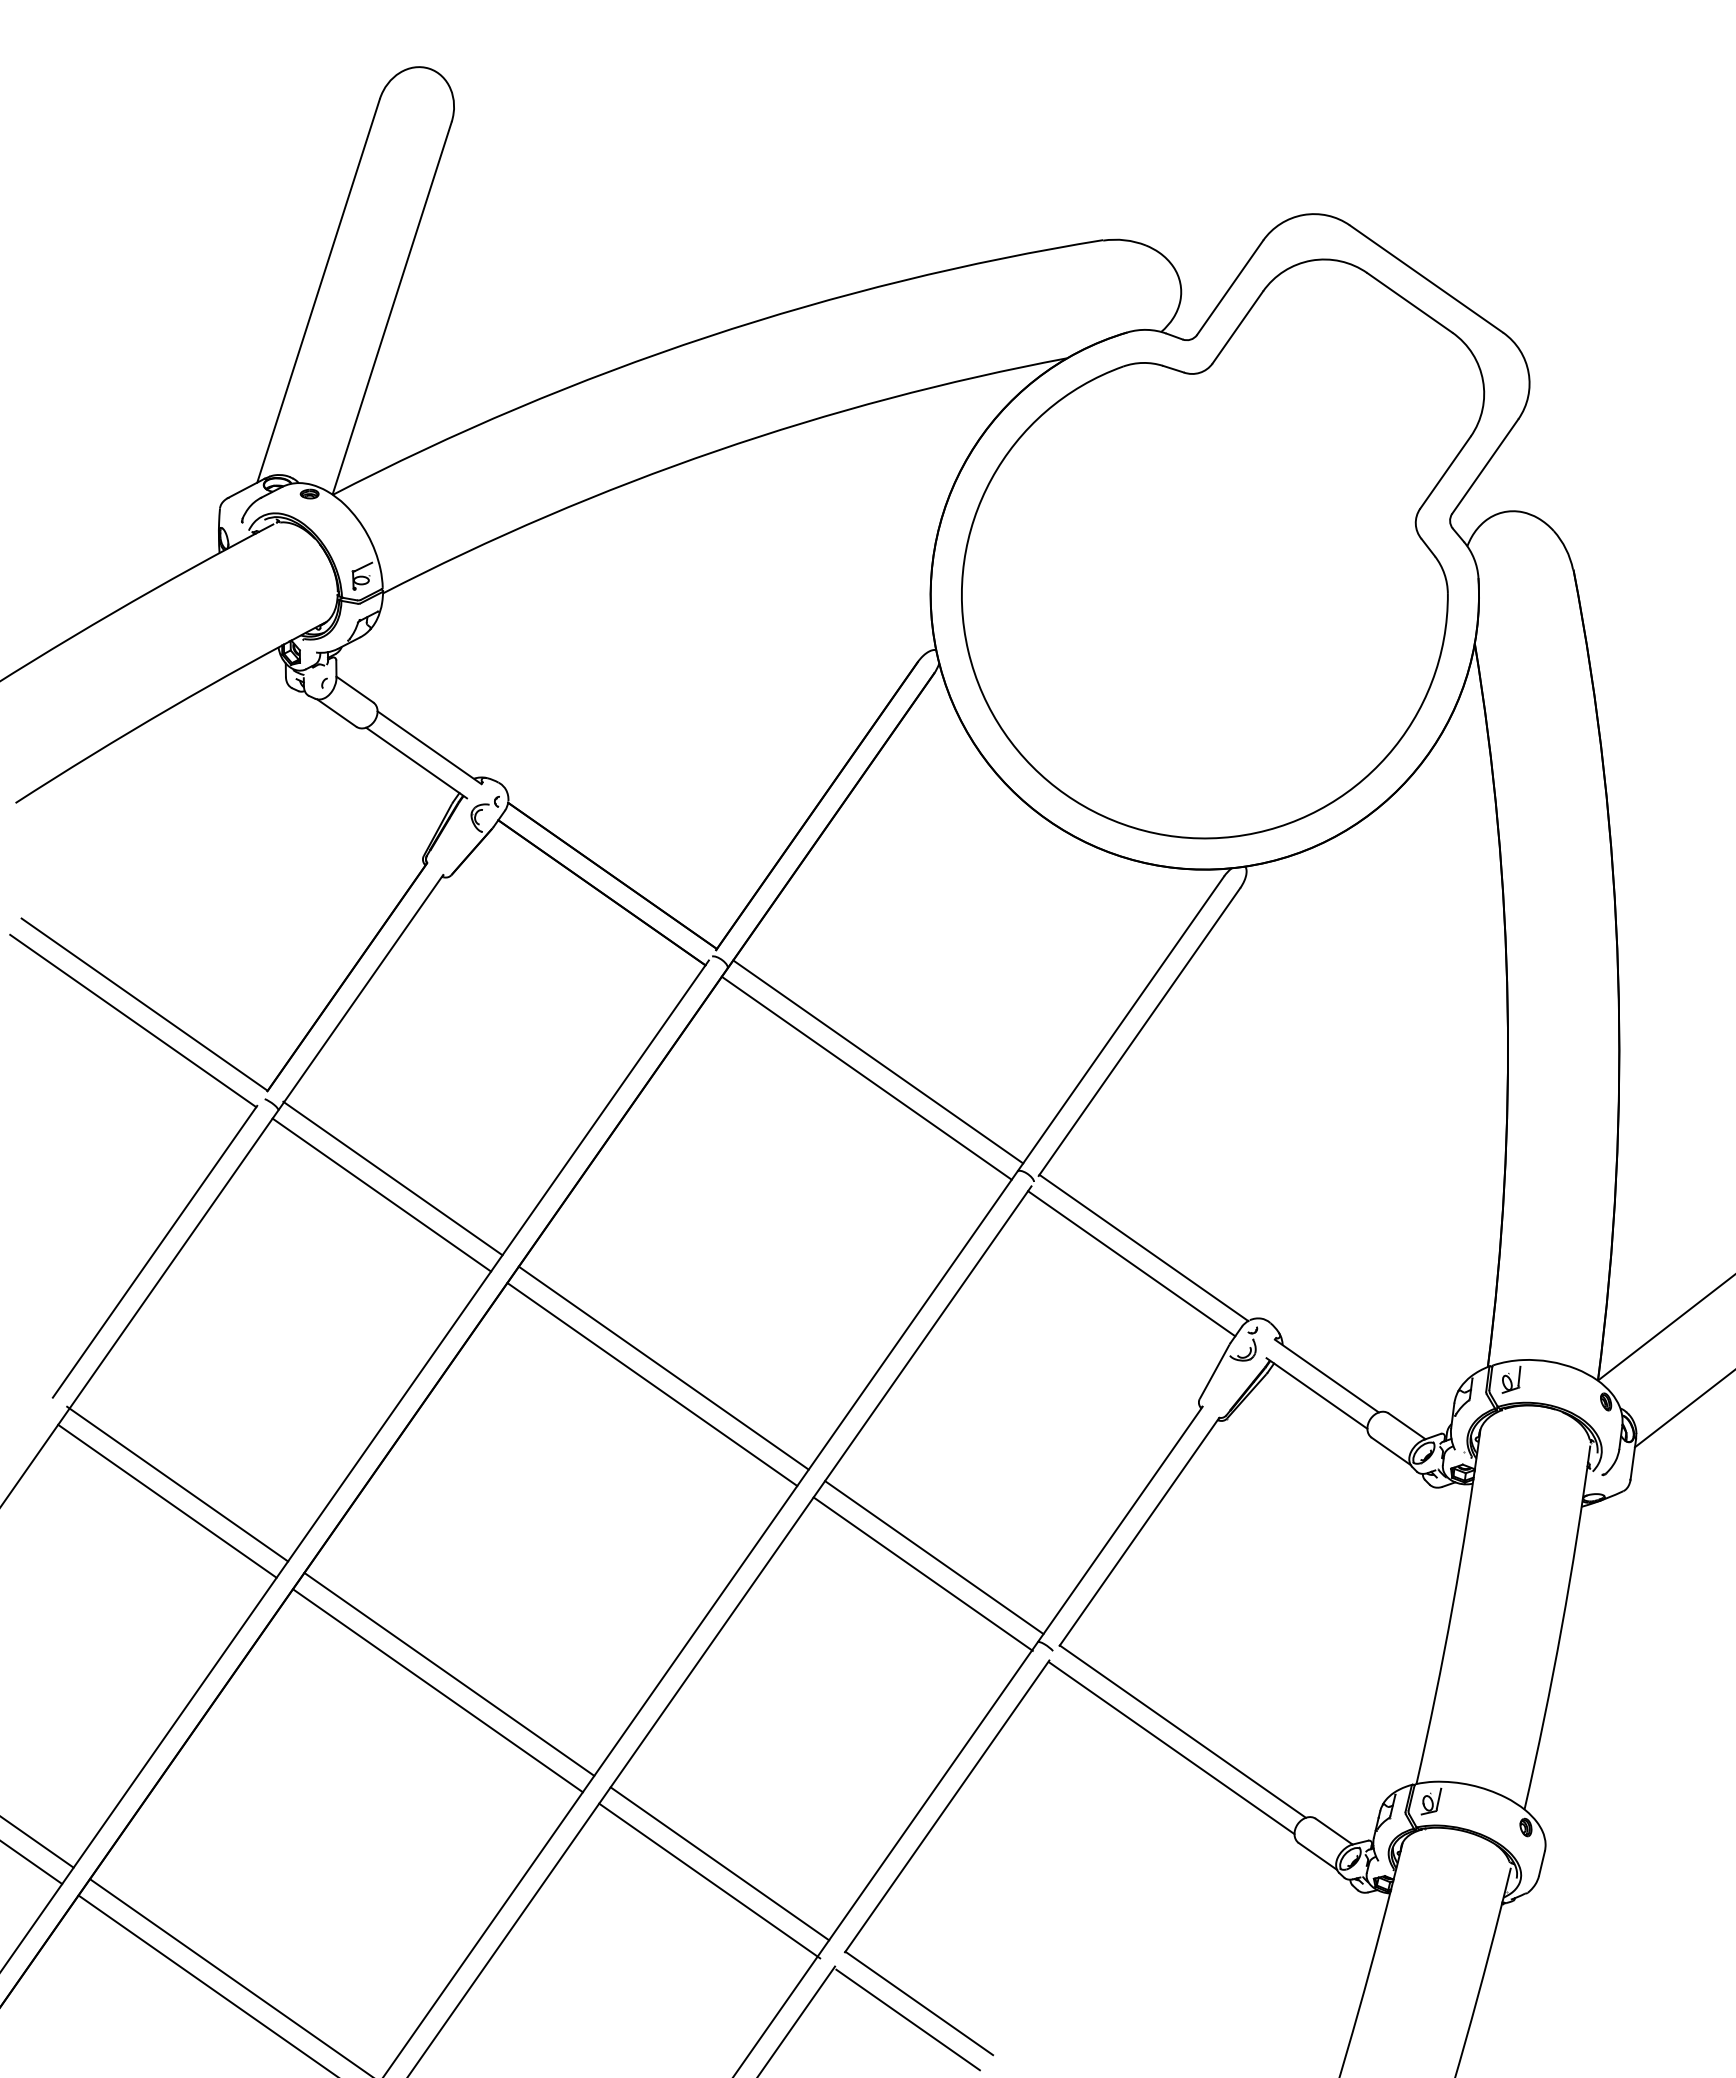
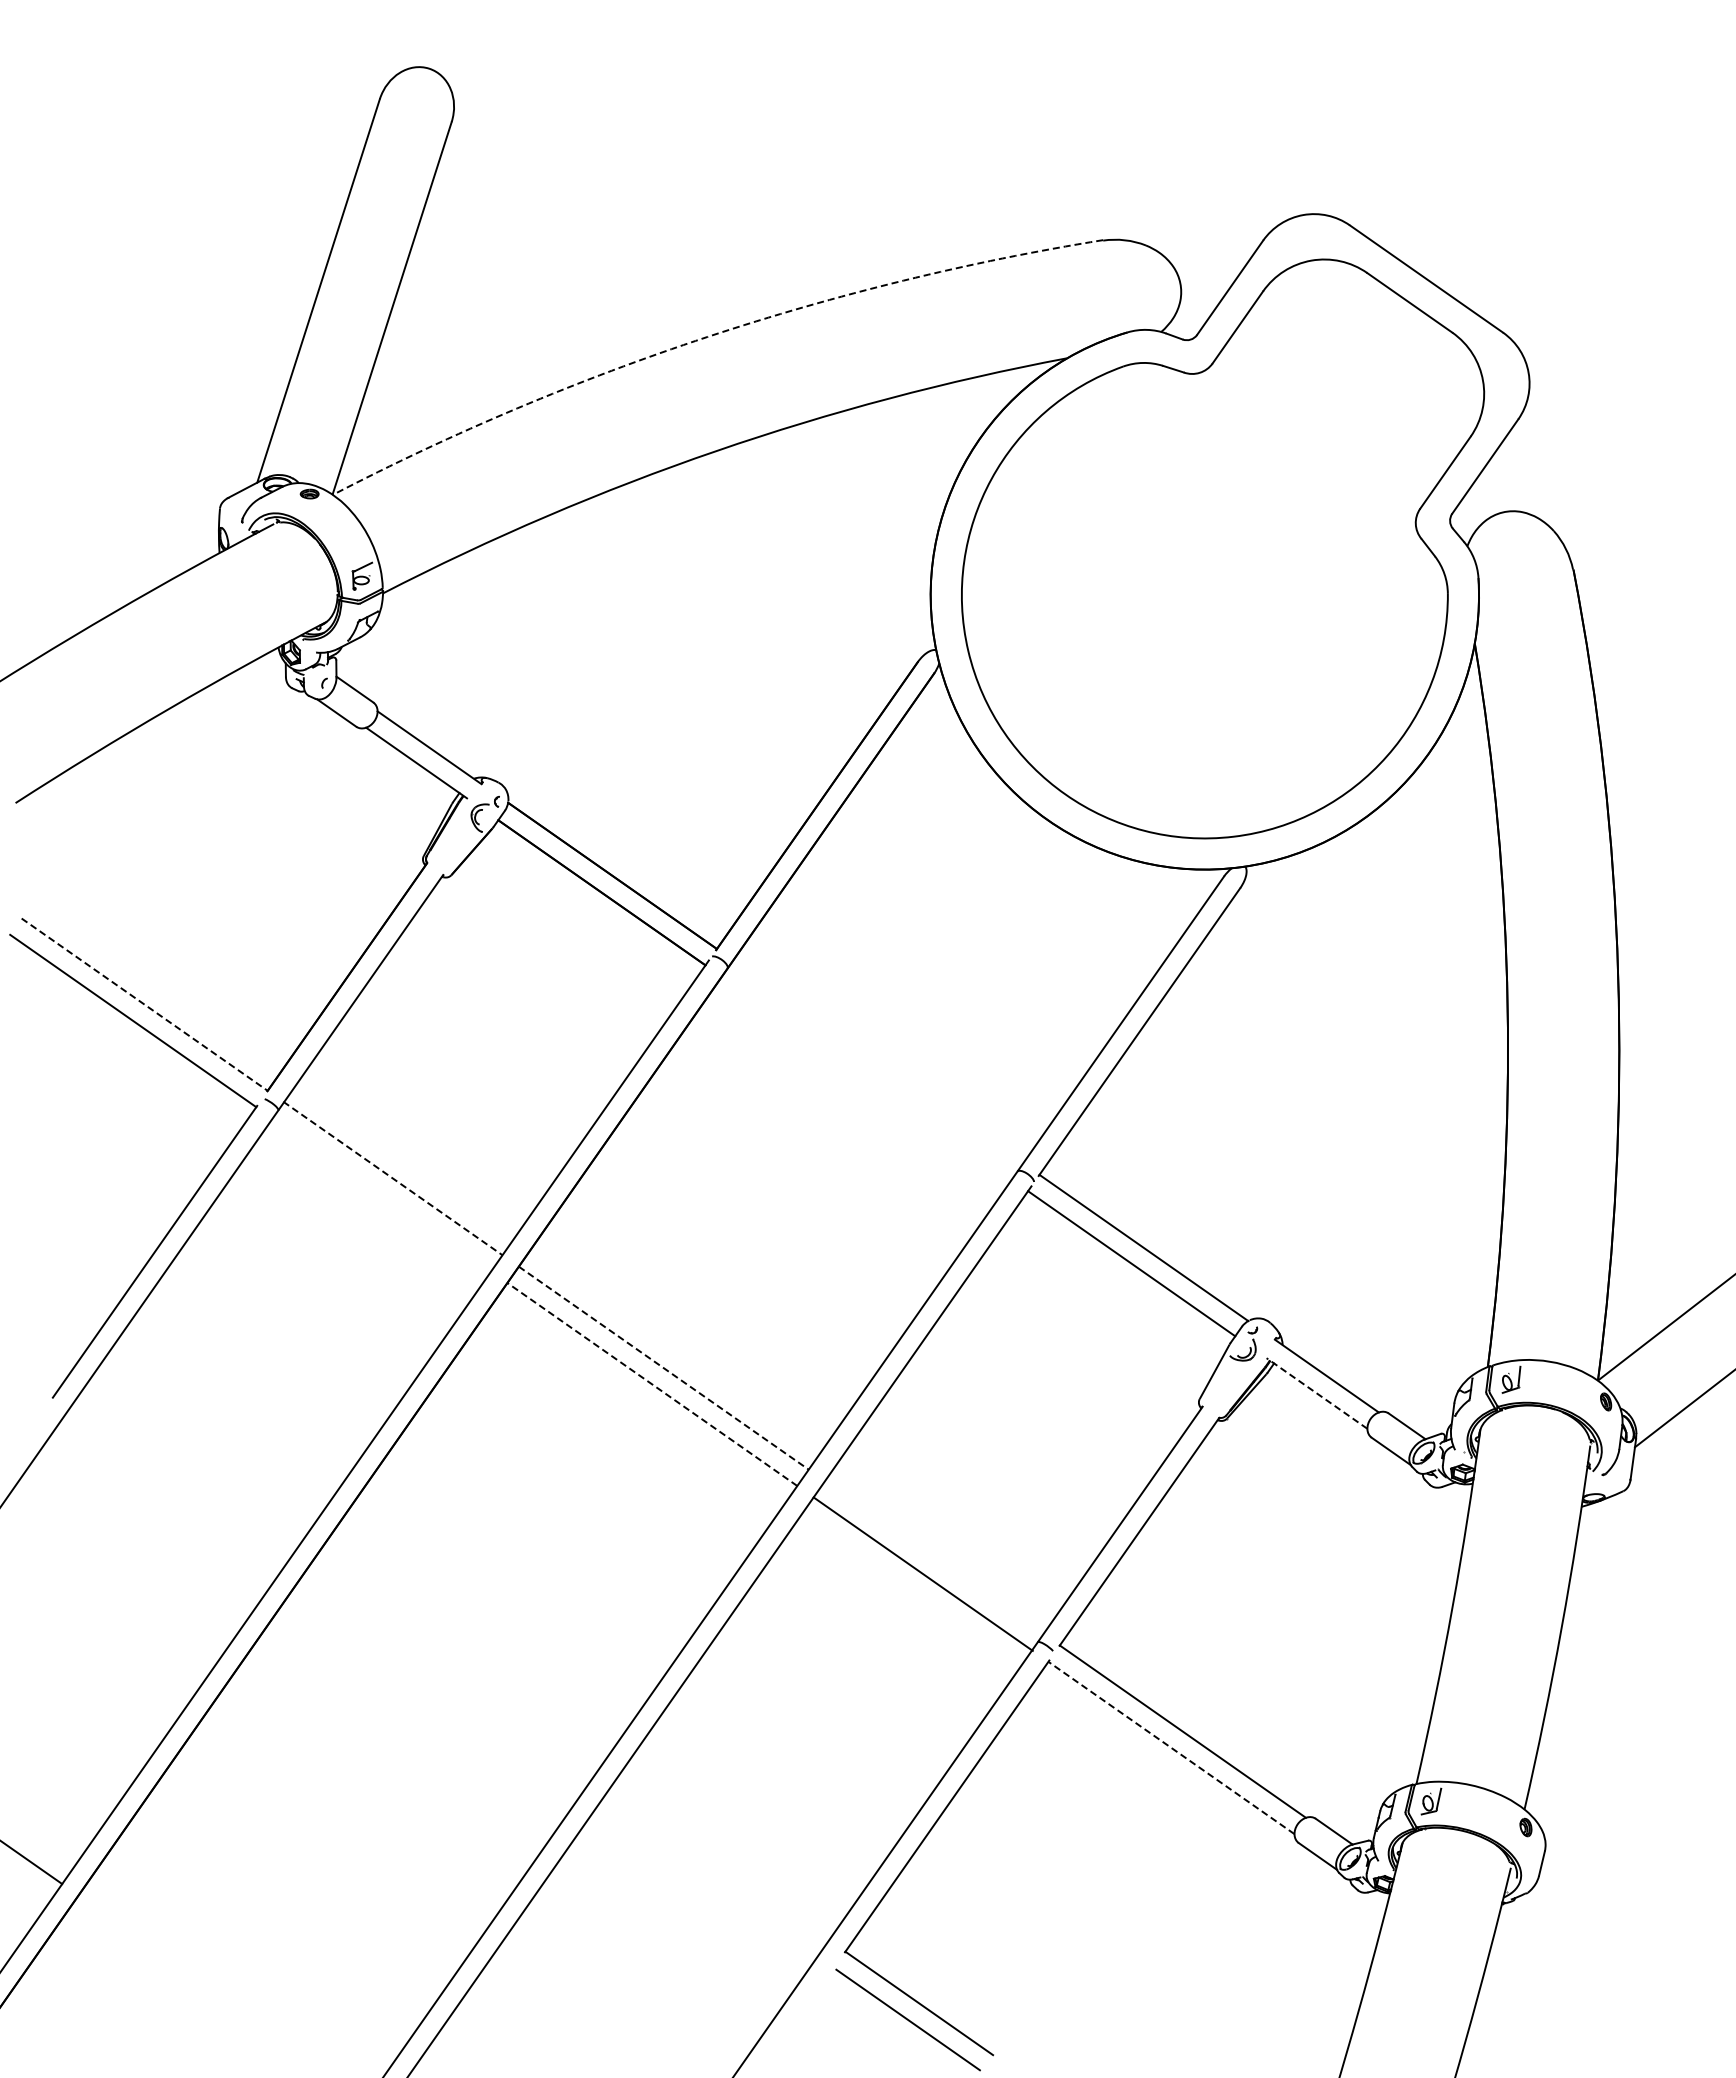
arc at (707, 336): solid -> dashed
line at (144, 1004): solid -> dashed
line at (878, 1061): present -> none
line at (866, 1077): present -> none
line at (392, 1178): solid -> dashed
line at (381, 1194): present -> none
line at (663, 1368): solid -> dashed
line at (652, 1384): solid -> dashed
line at (1317, 1393): solid -> dashed
line at (177, 1483): present -> none
line at (167, 1500): present -> none
line at (934, 1557): present -> none
line at (449, 1673): present -> none
line at (437, 1690): present -> none
line at (1171, 1748): solid -> dashed
line at (37, 1842): present -> none
line at (719, 1863): present -> none
line at (709, 1880): present -> none
line at (229, 1976): present -> none
line at (206, 1984): present -> none
line at (797, 2020): present -> none
